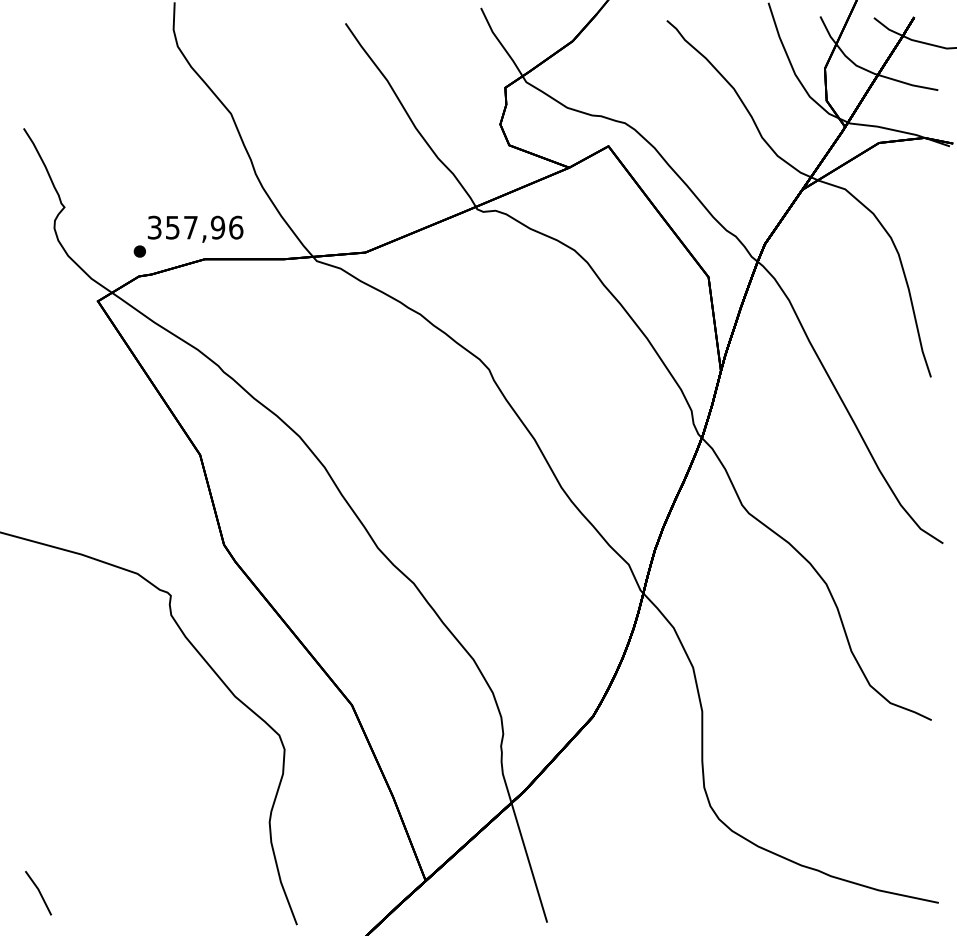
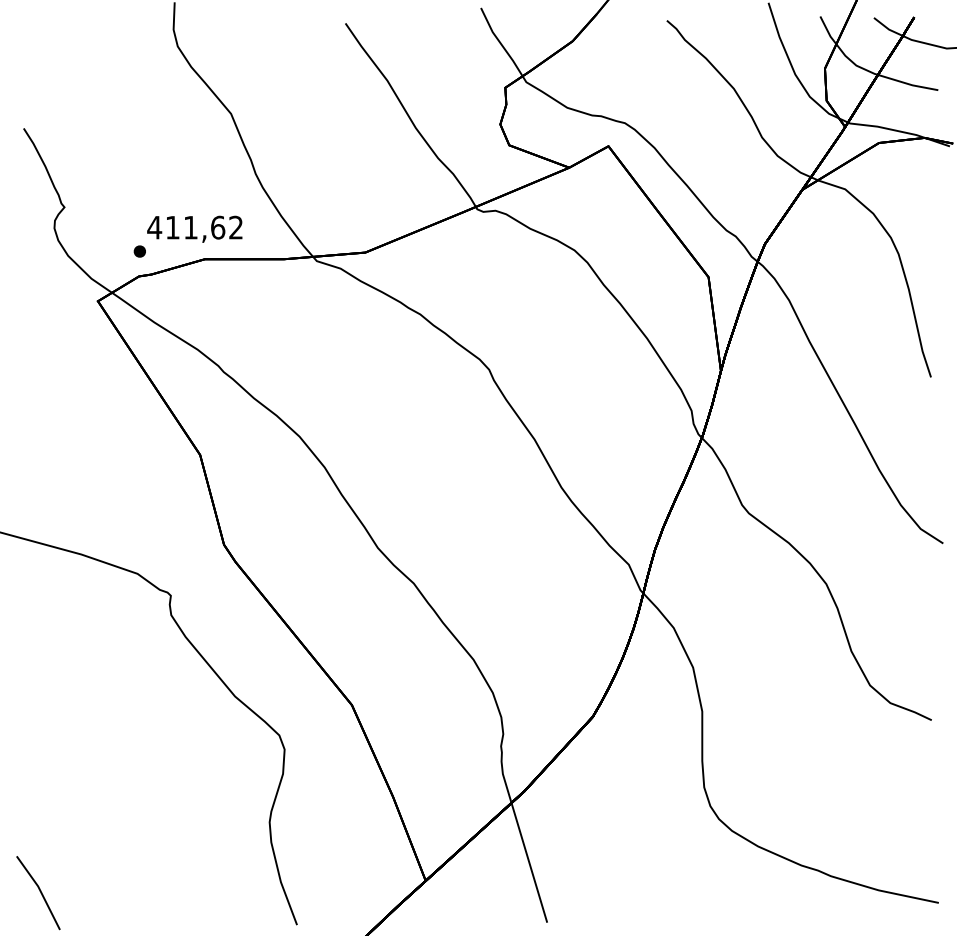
text at (195, 227): 357,96 -> 411,62
part at (38, 893) size: 27x45 px -> 45x75 px
